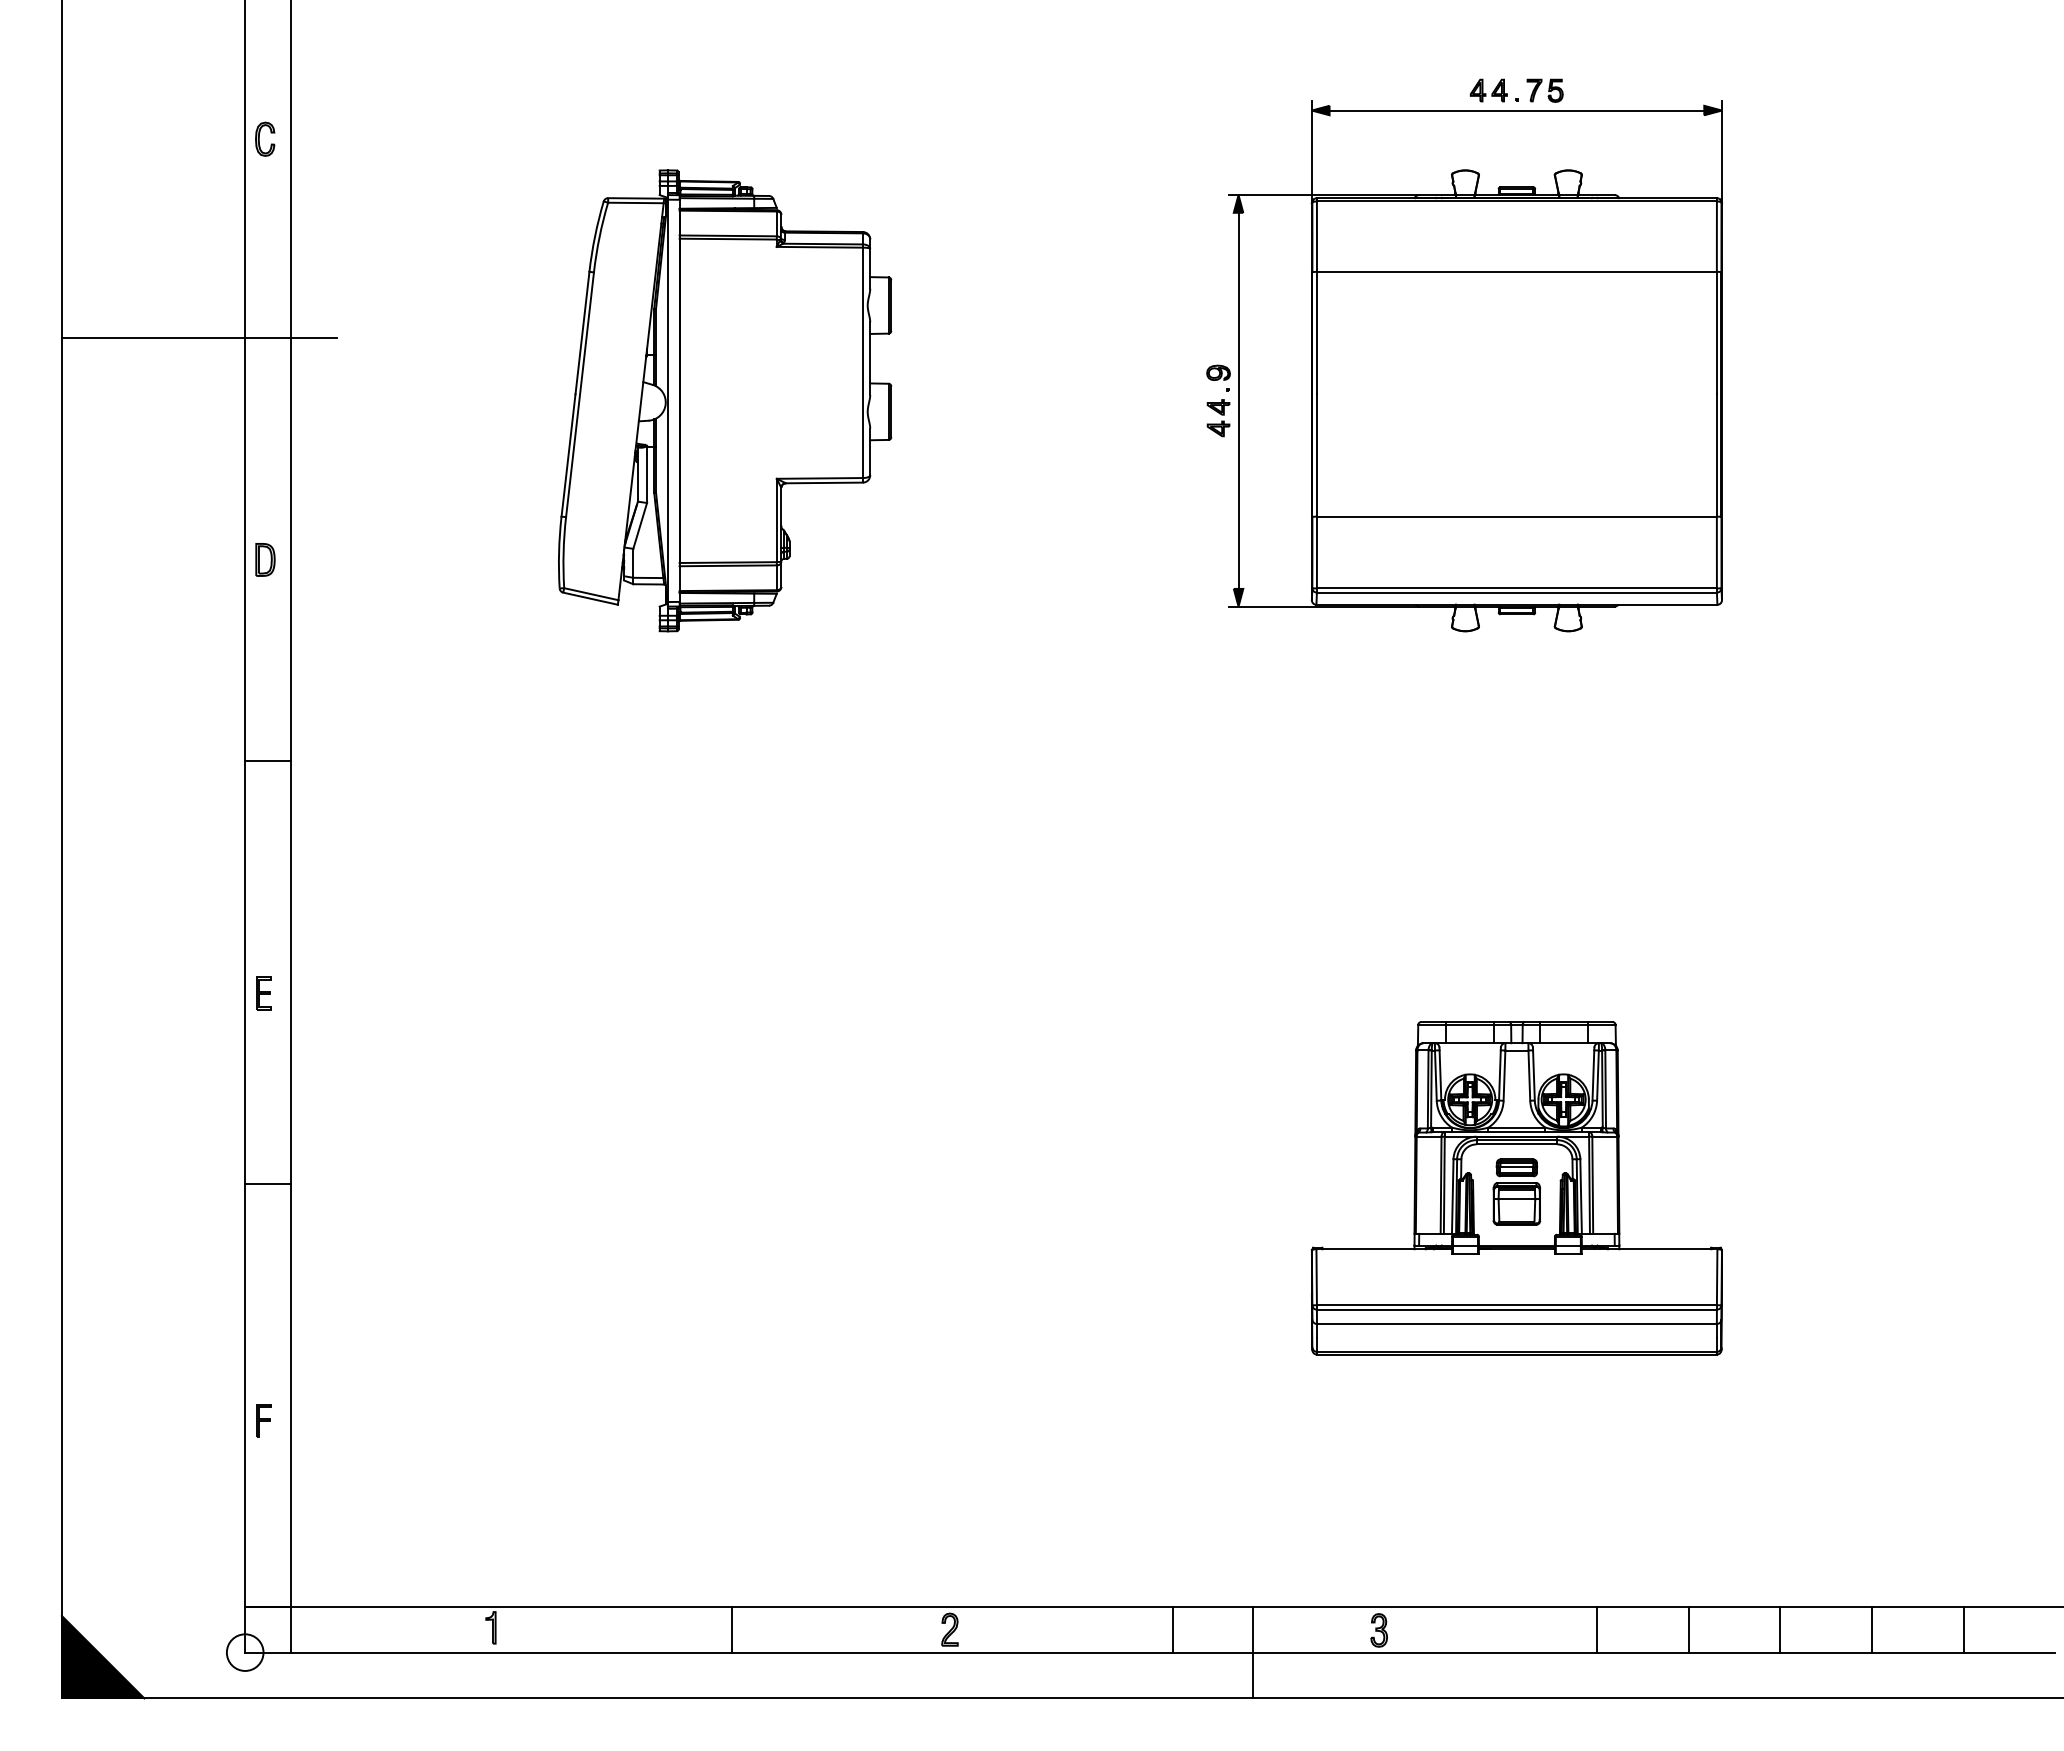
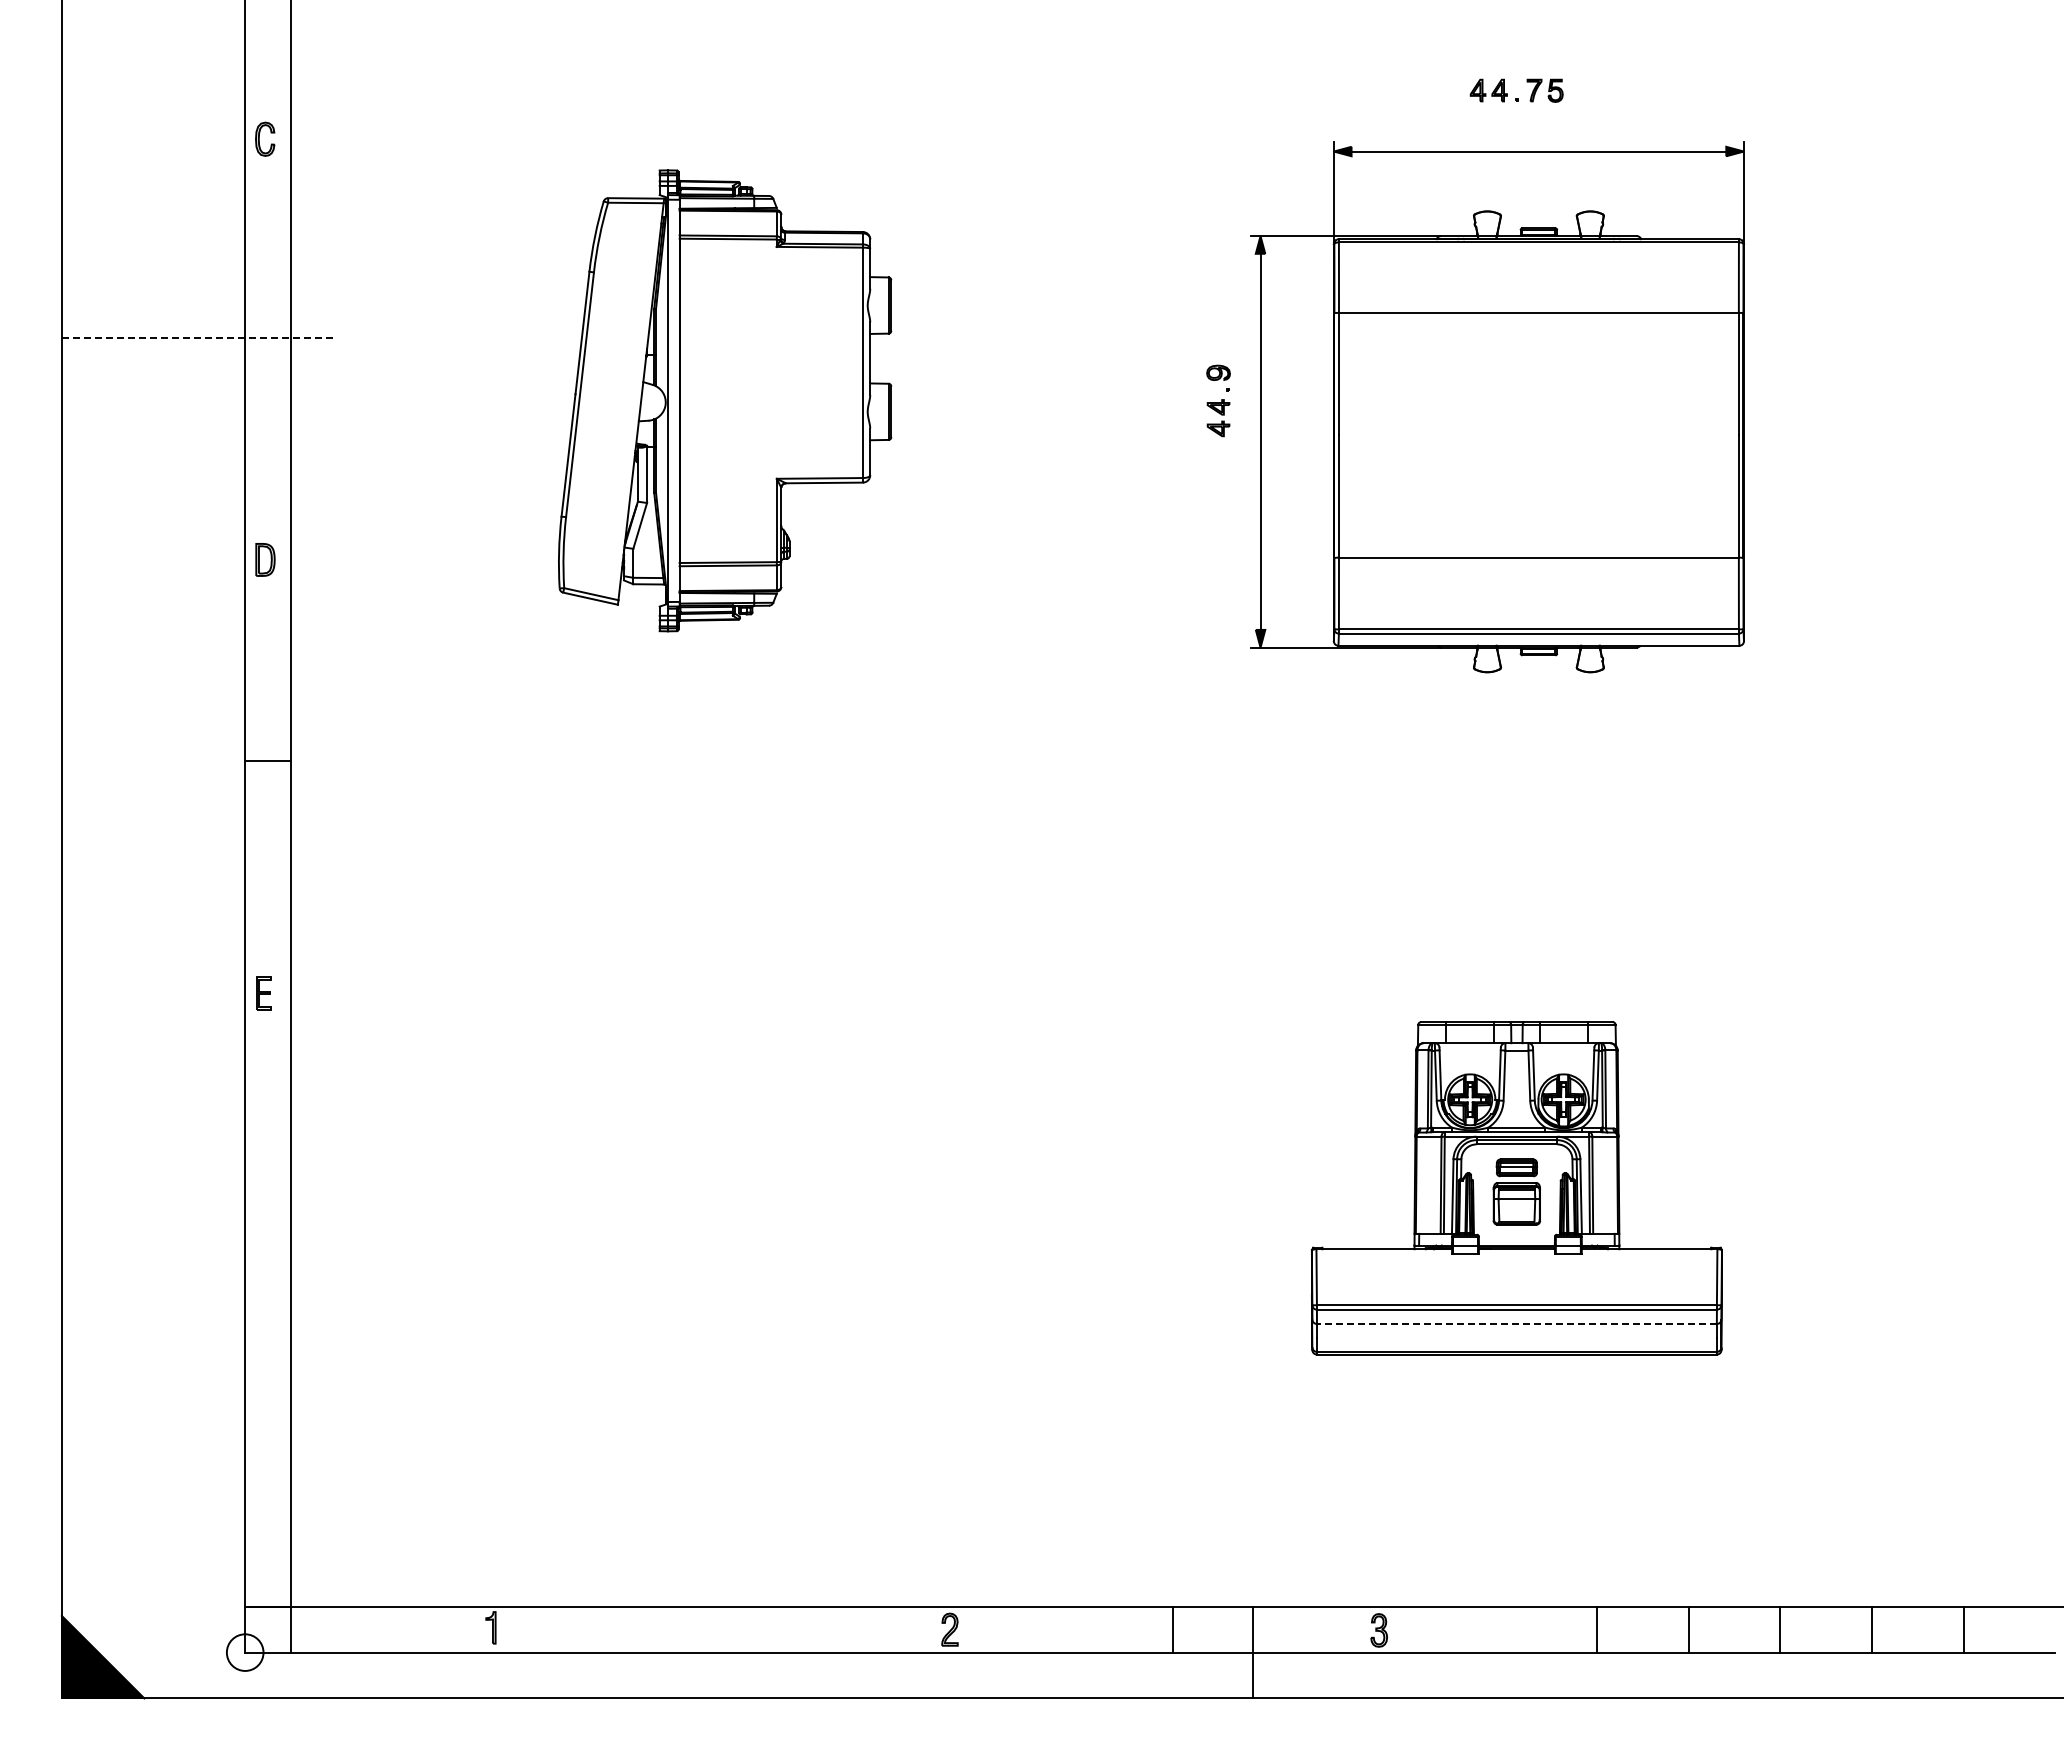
line at (199, 337): solid -> dashed
part at (1475, 366) position: (1475, 366) -> (1497, 407)
line at (268, 1183): present -> none
line at (1516, 1324): solid -> dashed
part at (263, 1420): present -> none
line at (732, 1629): present -> none
